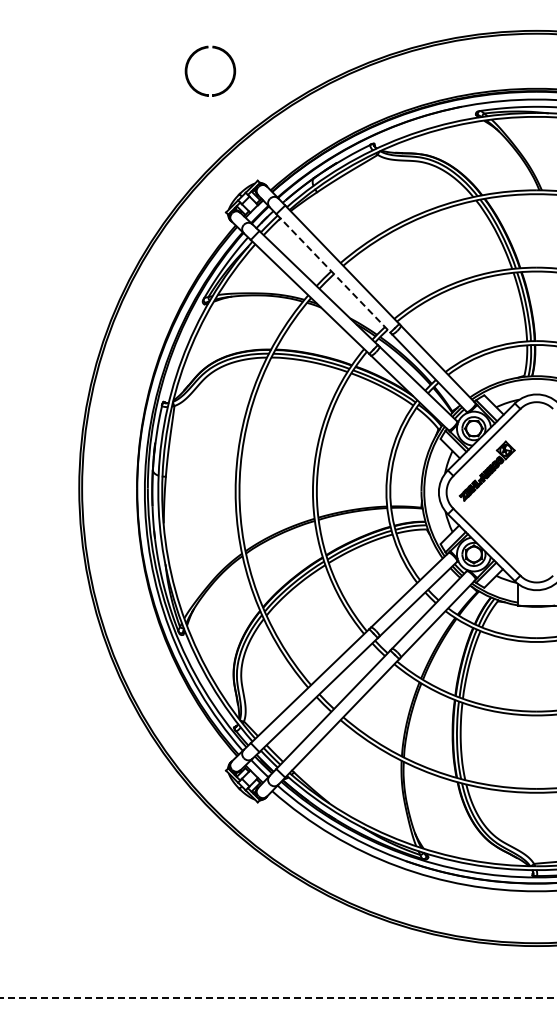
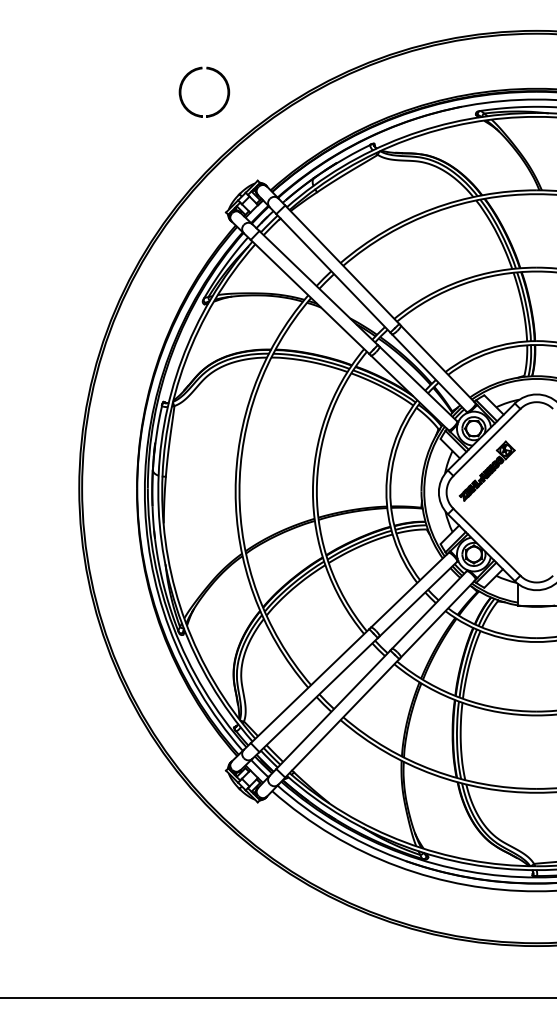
part at (204, 49) position: (204, 49) -> (198, 70)
line at (333, 273): dashed -> solid
line at (277, 998): dashed -> solid
